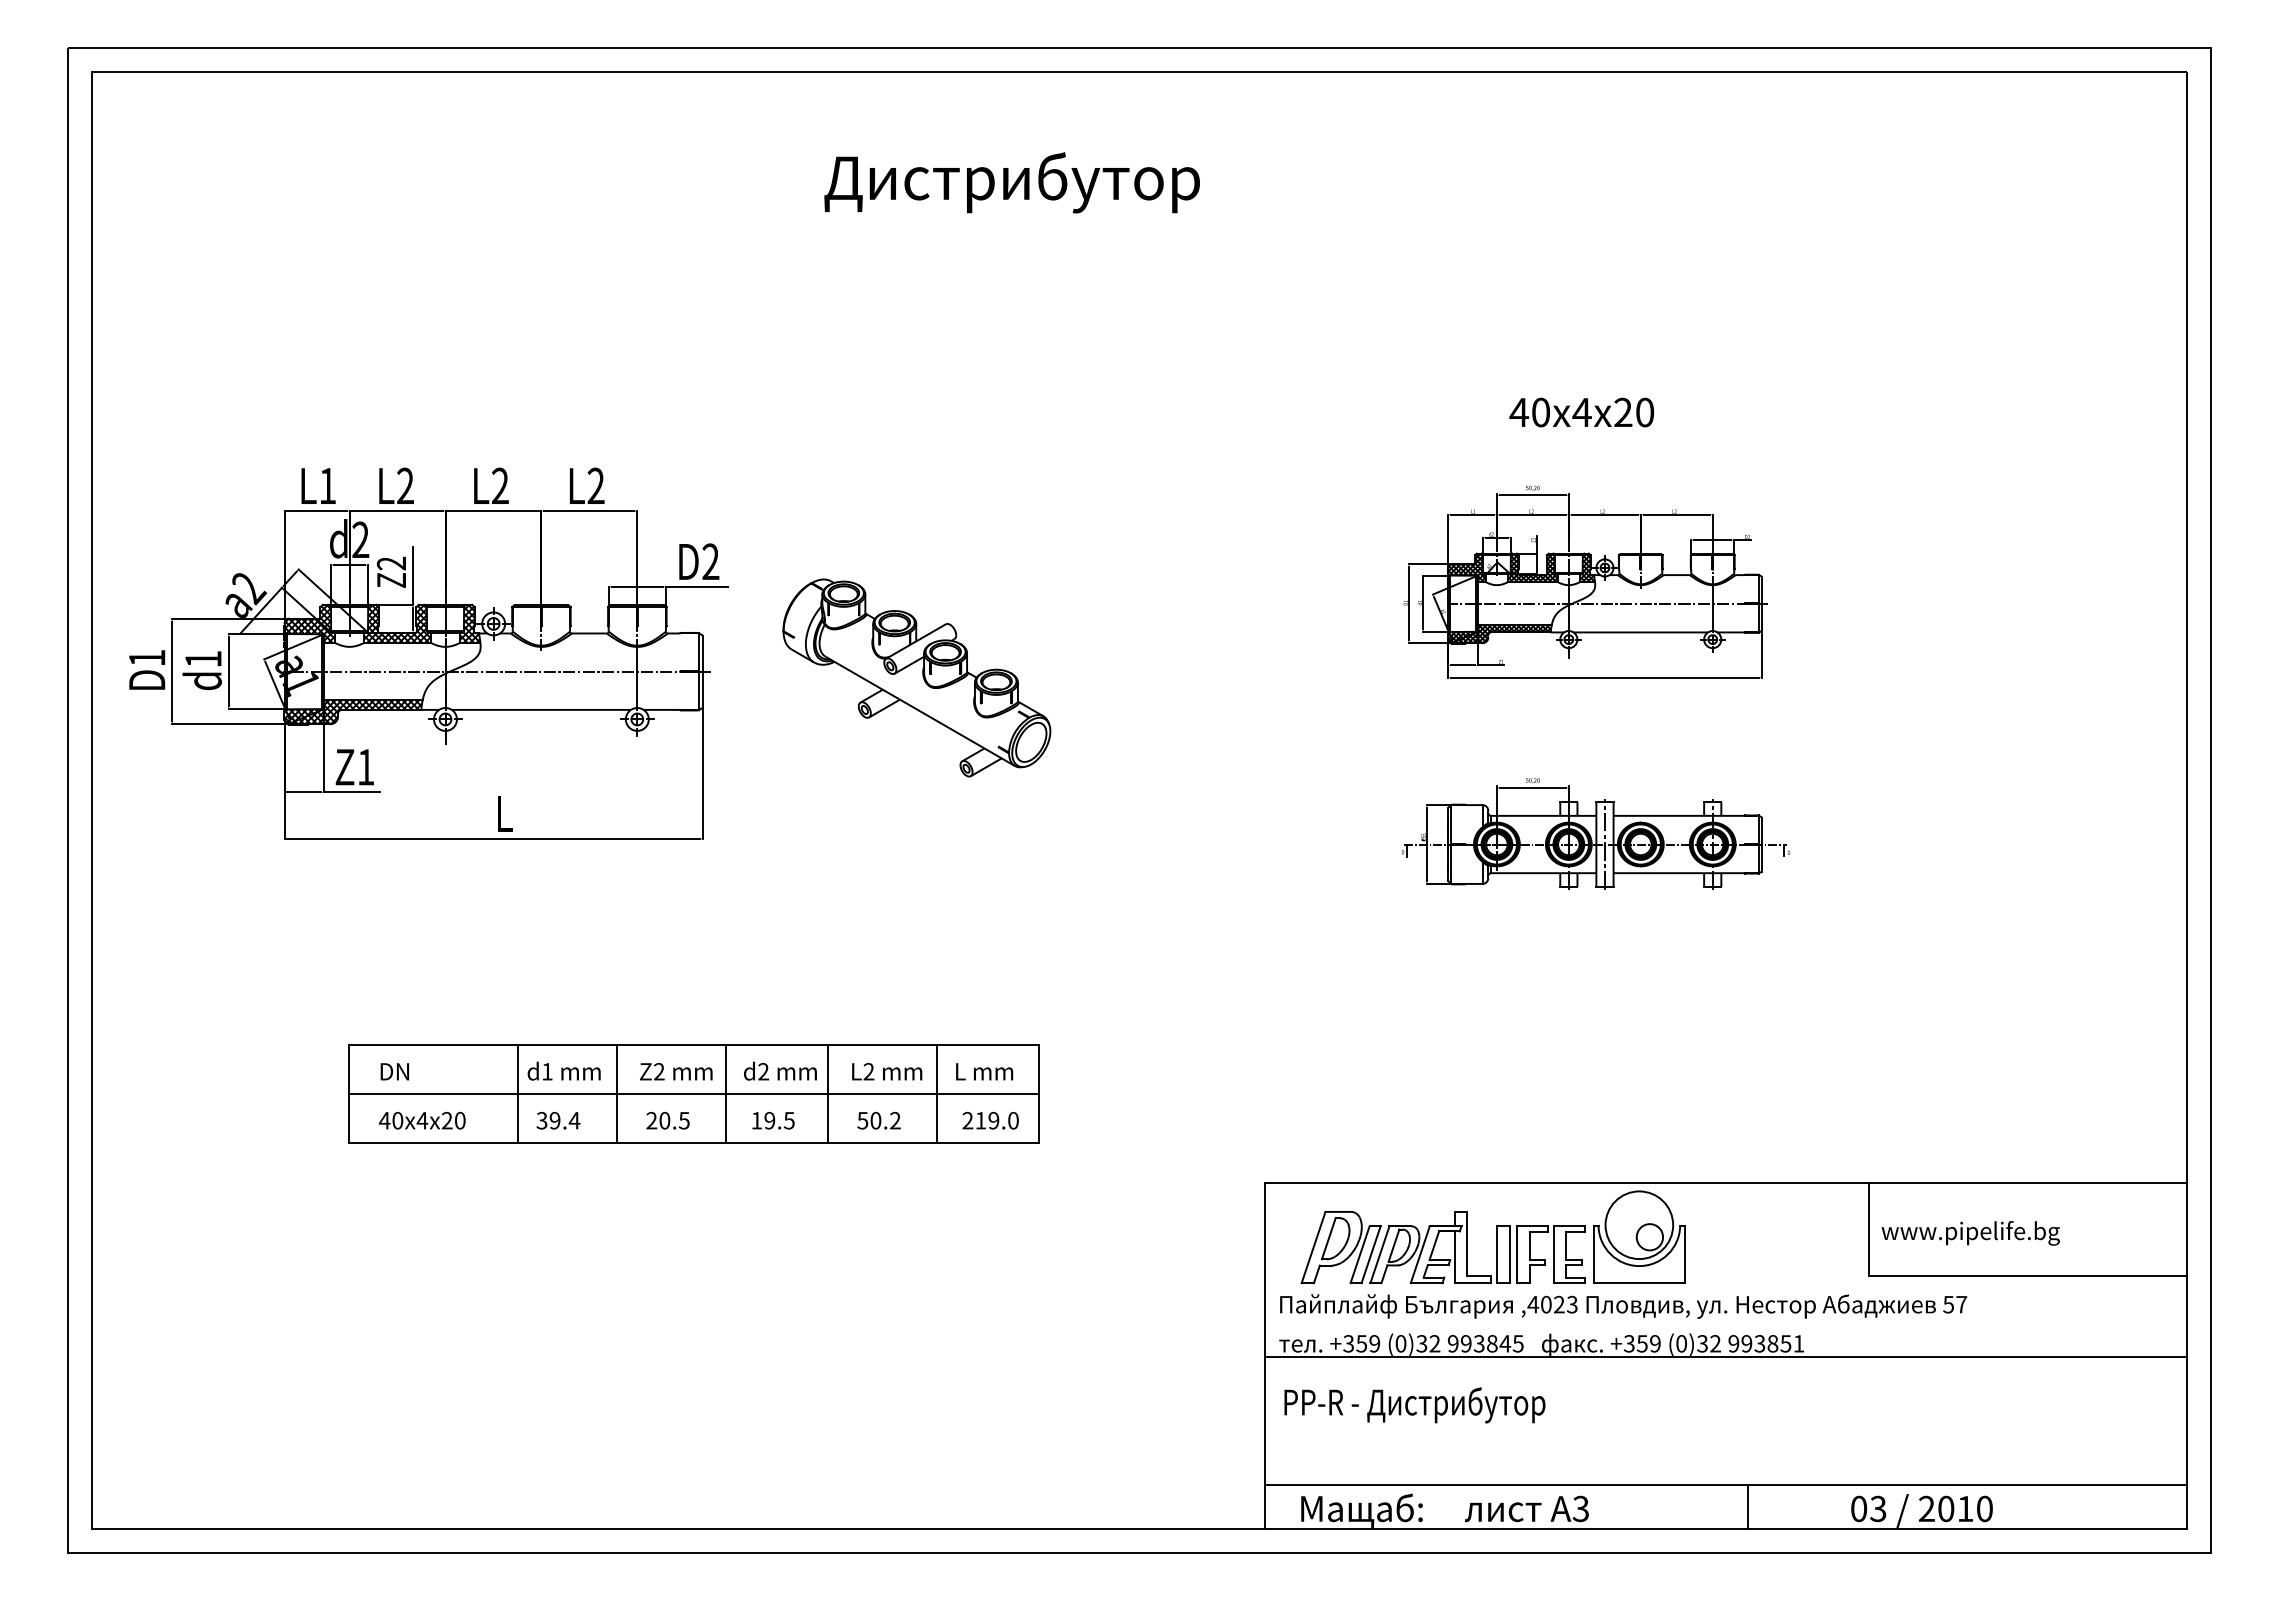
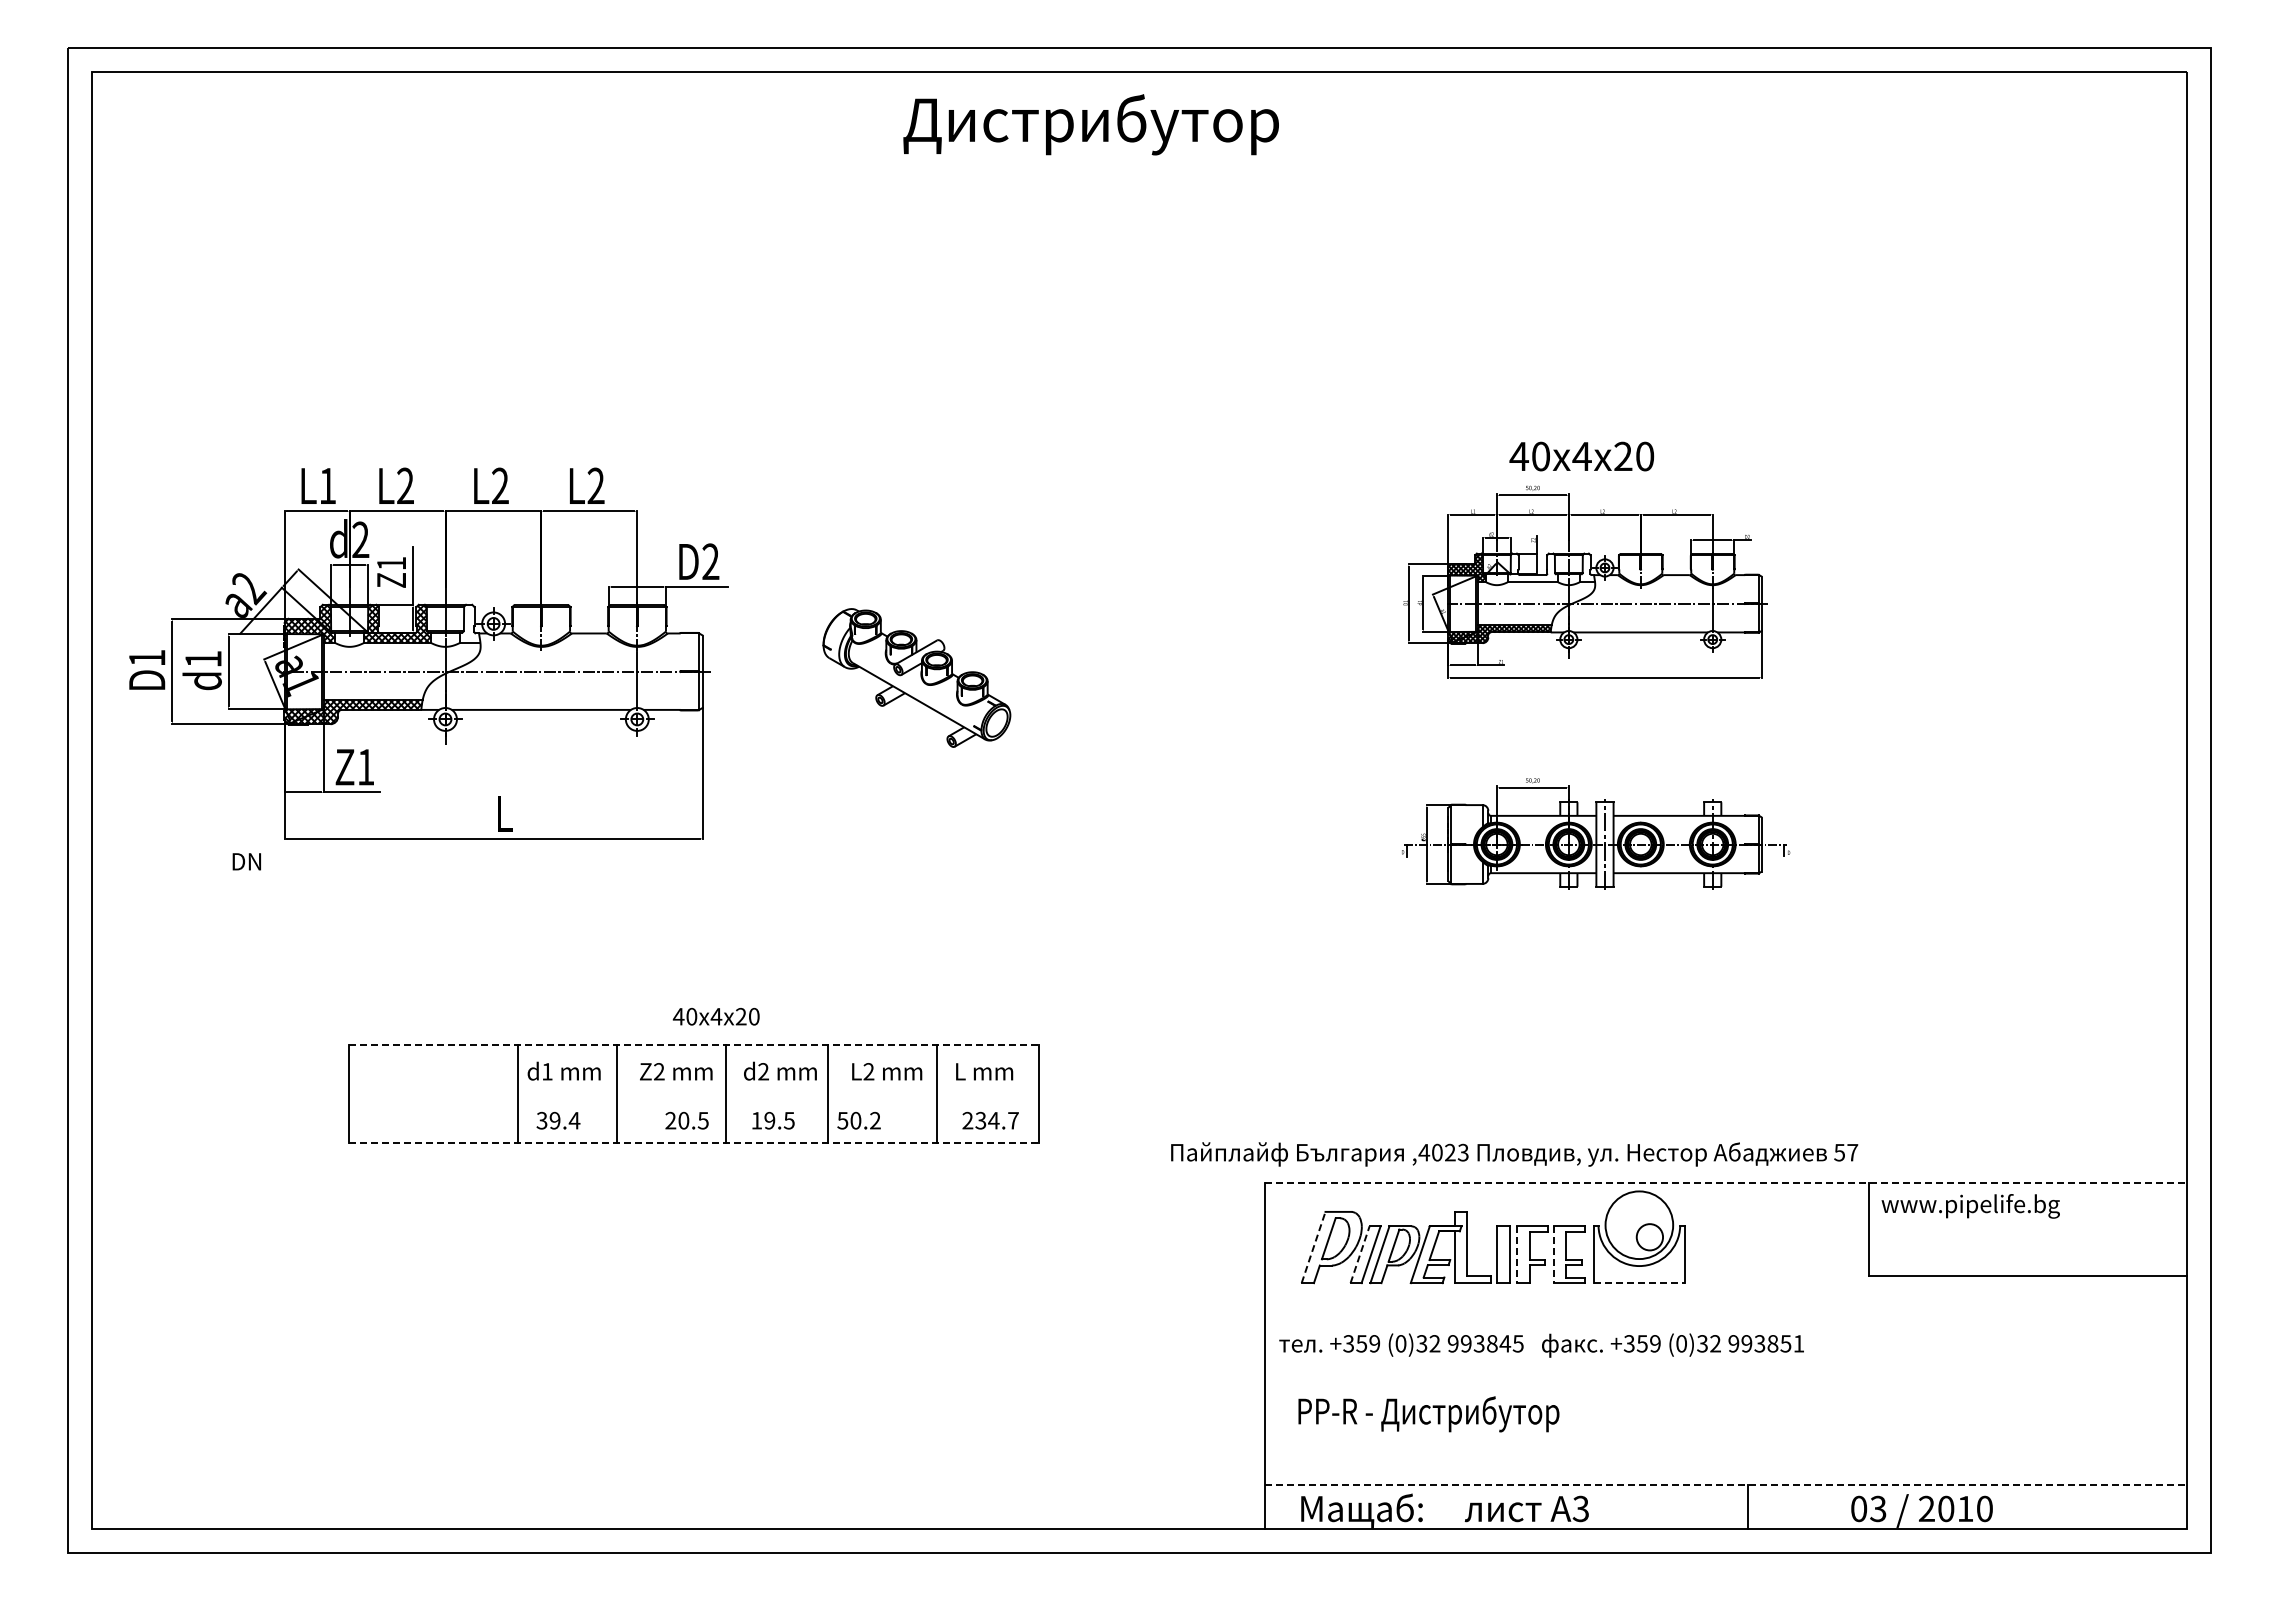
text at (1011, 182) position: (1011, 182) -> (1090, 124)
text at (1581, 412) position: (1581, 412) -> (1581, 456)
text at (390, 563): Z2 -> Z1
hatch at (1532, 567): present -> none
hatch at (1587, 567): present -> none
hatch at (469, 623): present -> none
part at (916, 677) size: 270x200 px -> 190x140 px
line at (694, 1045): solid -> dashed
text at (394, 1071) position: (394, 1071) -> (246, 861)
line at (693, 1094): present -> none
text at (421, 1120) position: (421, 1120) -> (715, 1016)
text at (667, 1120) position: (667, 1120) -> (686, 1120)
text at (878, 1120) position: (878, 1120) -> (858, 1120)
text at (996, 1120): 219.0 -> 234.7
line at (694, 1143): solid -> dashed
line at (1725, 1183): solid -> dashed
text at (1970, 1233) position: (1970, 1233) -> (1970, 1206)
line at (1313, 1247): solid -> dashed
line at (1360, 1254): solid -> dashed
line at (1517, 1255): solid -> dashed
line at (1554, 1255): solid -> dashed
line at (1639, 1283): solid -> dashed
text at (1623, 1306) position: (1623, 1306) -> (1514, 1154)
line at (1725, 1356): present -> none
text at (1414, 1405) position: (1414, 1405) -> (1428, 1414)
line at (1725, 1485): solid -> dashed
